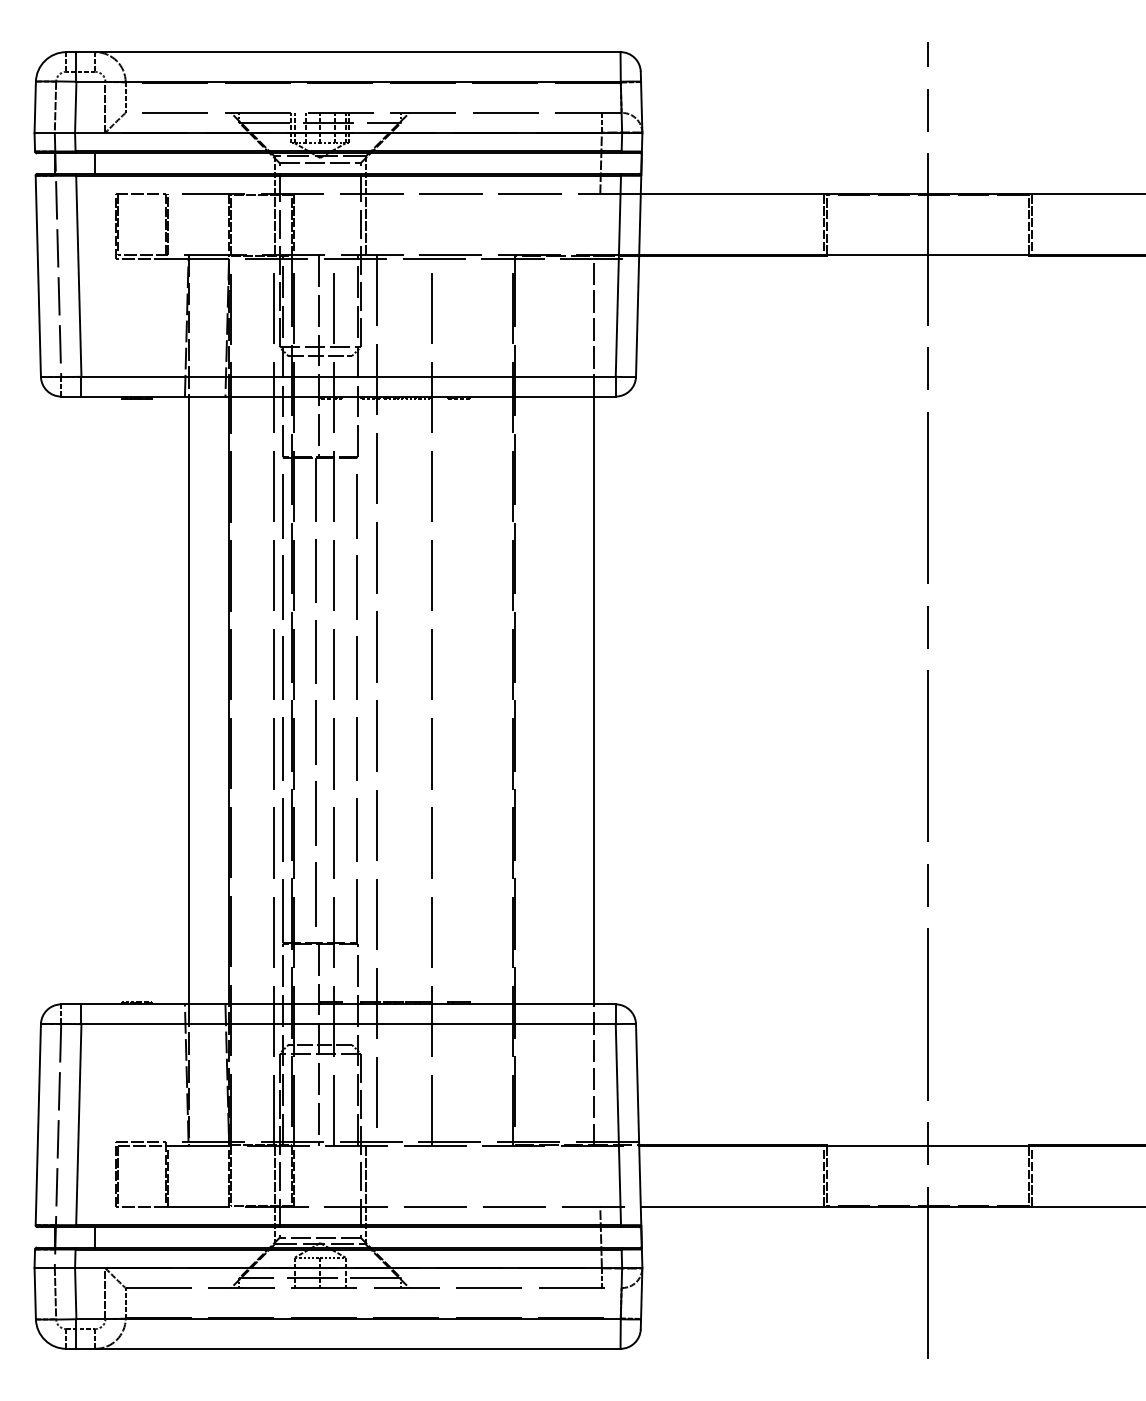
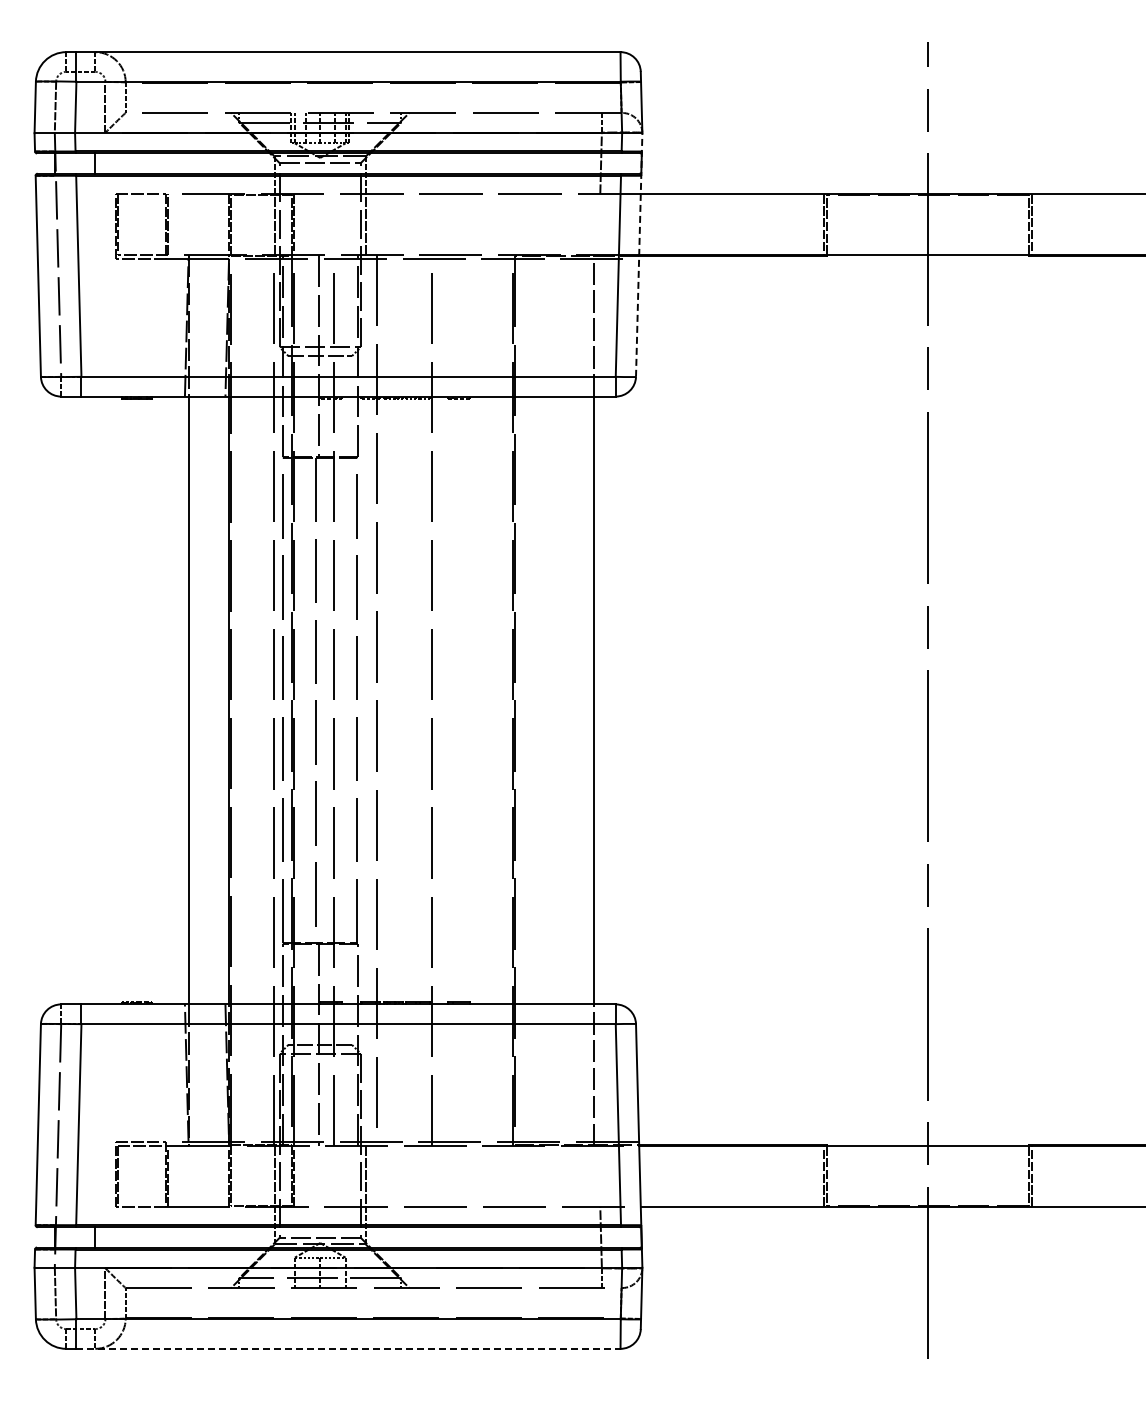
line at (639, 255): solid -> dashed
line at (348, 1348): solid -> dashed
